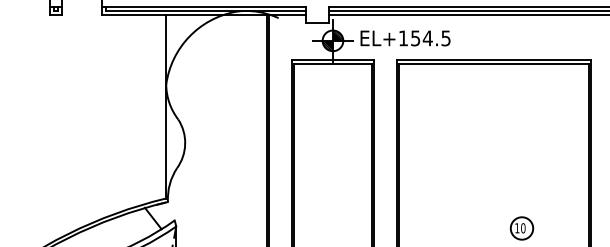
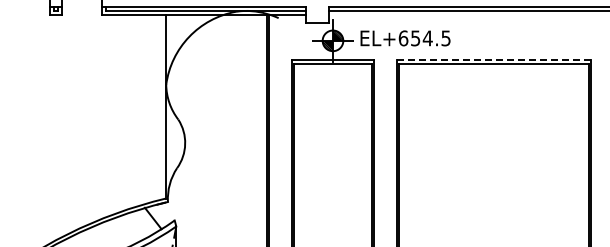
line at (467, 15): present -> none
text at (403, 38): EL+154.5 -> EL+654.5
line at (493, 59): solid -> dashed
part at (521, 228): present -> none
